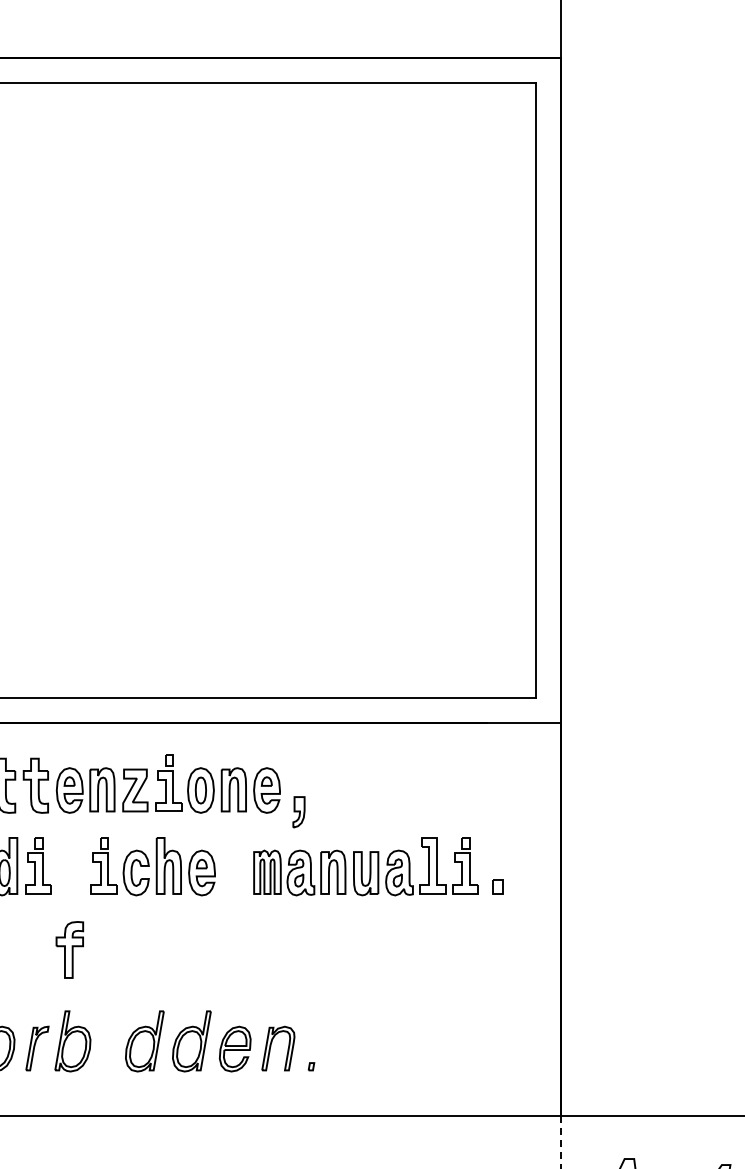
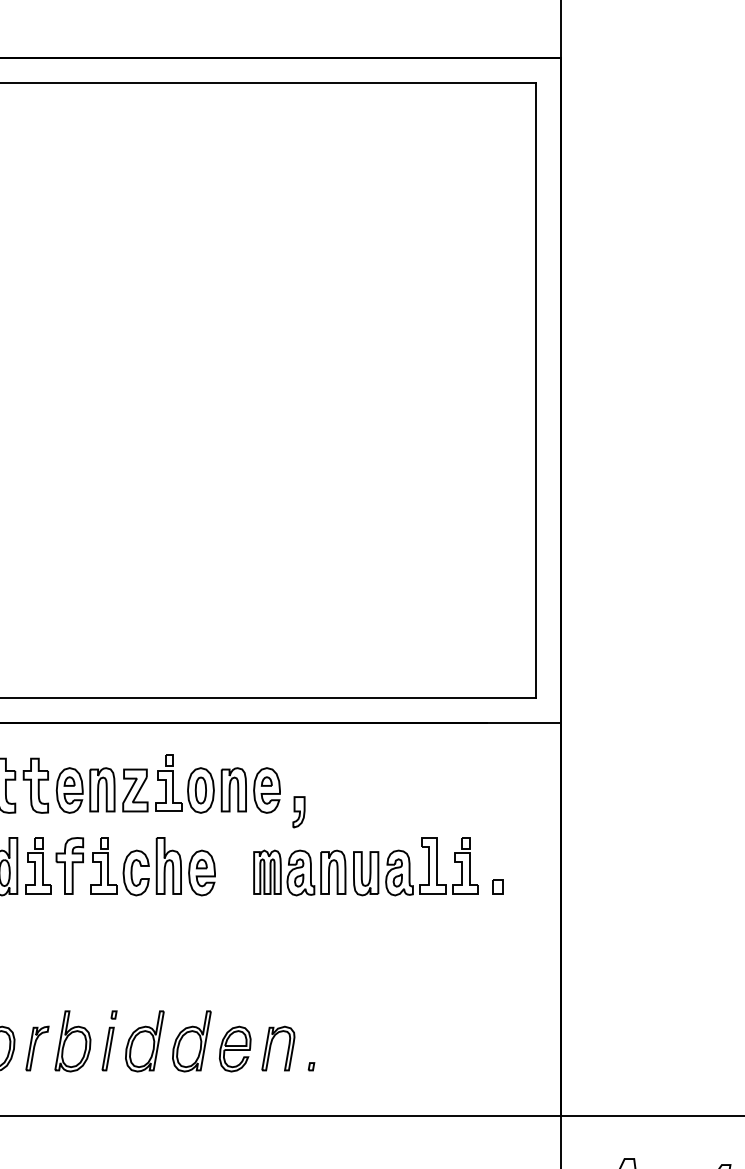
part at (69, 949) position: (69, 949) -> (69, 865)
part at (109, 1040): none -> present
line at (560, 1142): dashed -> solid
